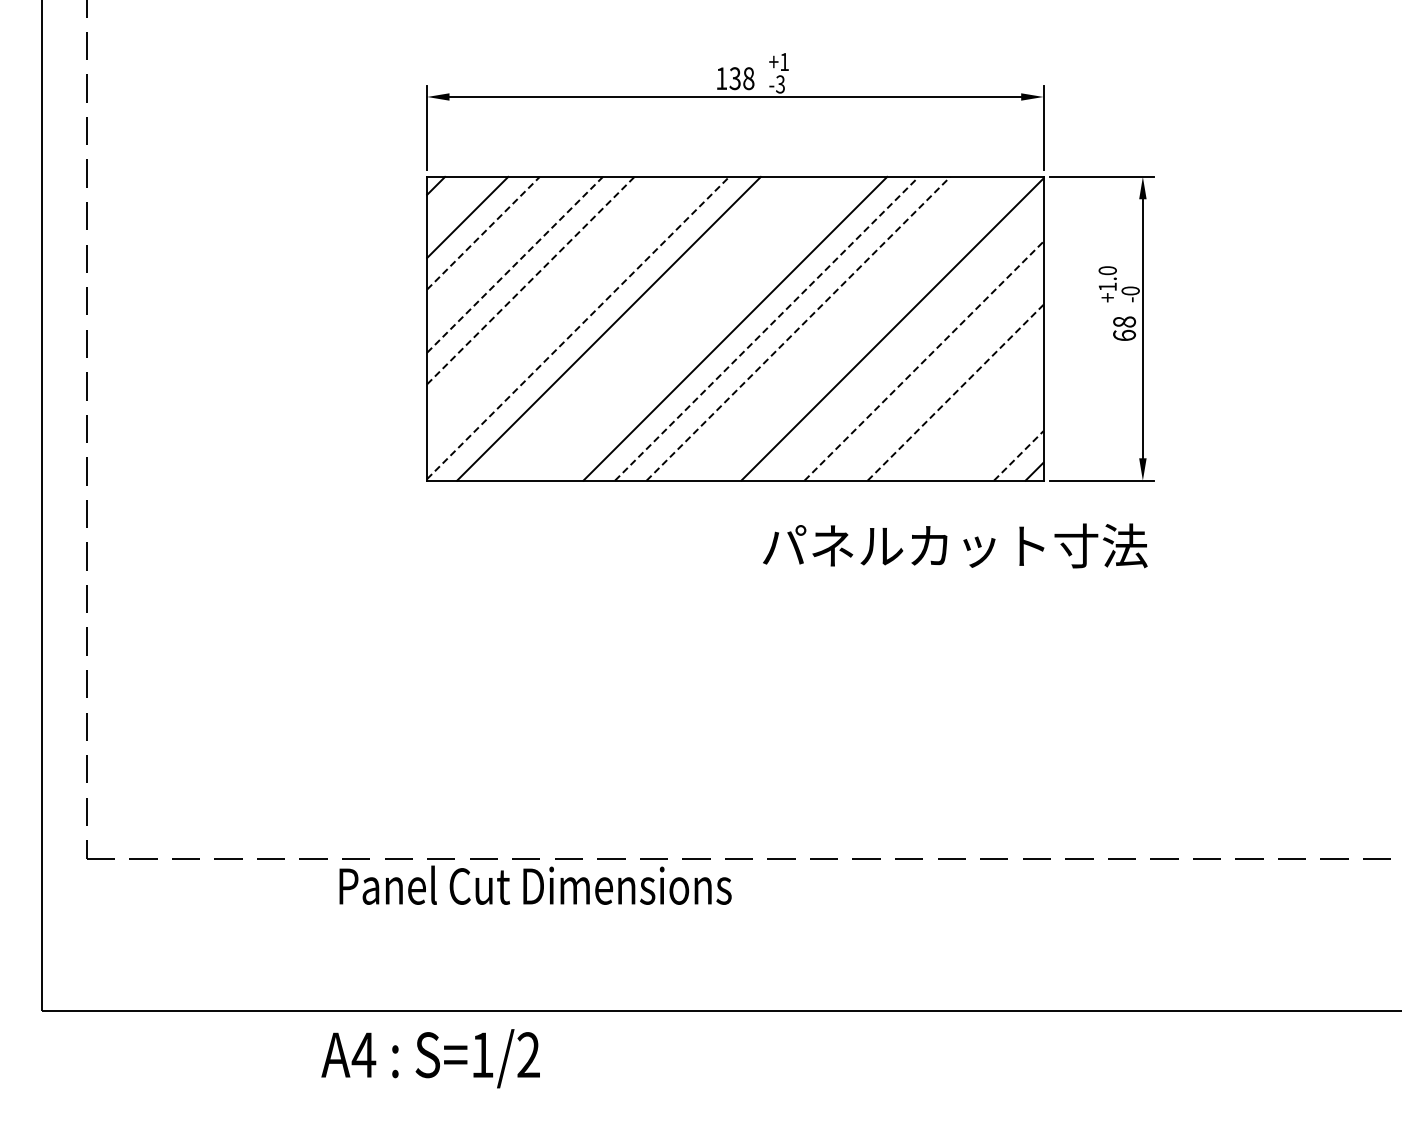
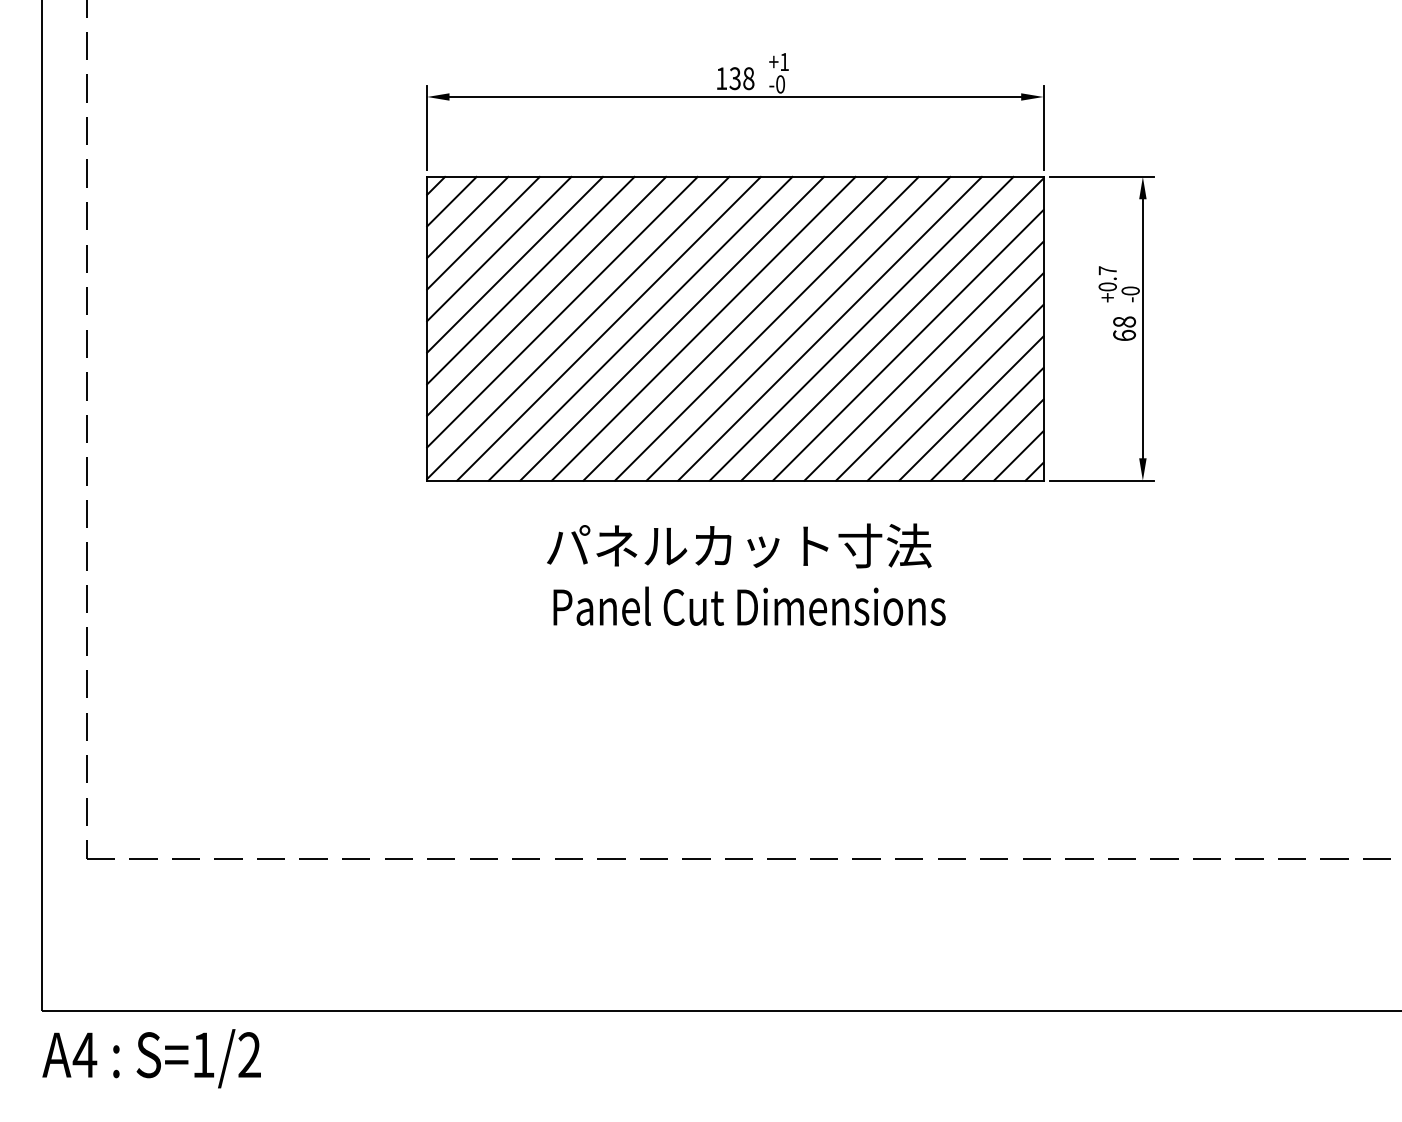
text at (780, 84): -3 -> -0
line at (451, 201): none -> present
line at (483, 233): dashed -> solid
line at (499, 248): none -> present
line at (515, 264): dashed -> solid
text at (1107, 278): +1.0 -> +0.7
line at (530, 280): dashed -> solid
line at (546, 295): none -> present
line at (562, 311): none -> present
line at (578, 328): dashed -> solid
line at (640, 328): none -> present
line at (672, 328): none -> present
line at (703, 328): none -> present
line at (766, 328): dashed -> solid
line at (798, 328): dashed -> solid
line at (829, 328): none -> present
line at (861, 328): none -> present
line at (907, 345): none -> present
line at (924, 361): dashed -> solid
line at (939, 376): none -> present
line at (955, 392): dashed -> solid
line at (971, 408): none -> present
line at (986, 424): none -> present
line at (1002, 439): none -> present
line at (1018, 455): dashed -> solid
text at (955, 545) position: (955, 545) -> (739, 545)
text at (535, 884) position: (535, 884) -> (749, 605)
text at (430, 1058) position: (430, 1058) -> (151, 1058)
